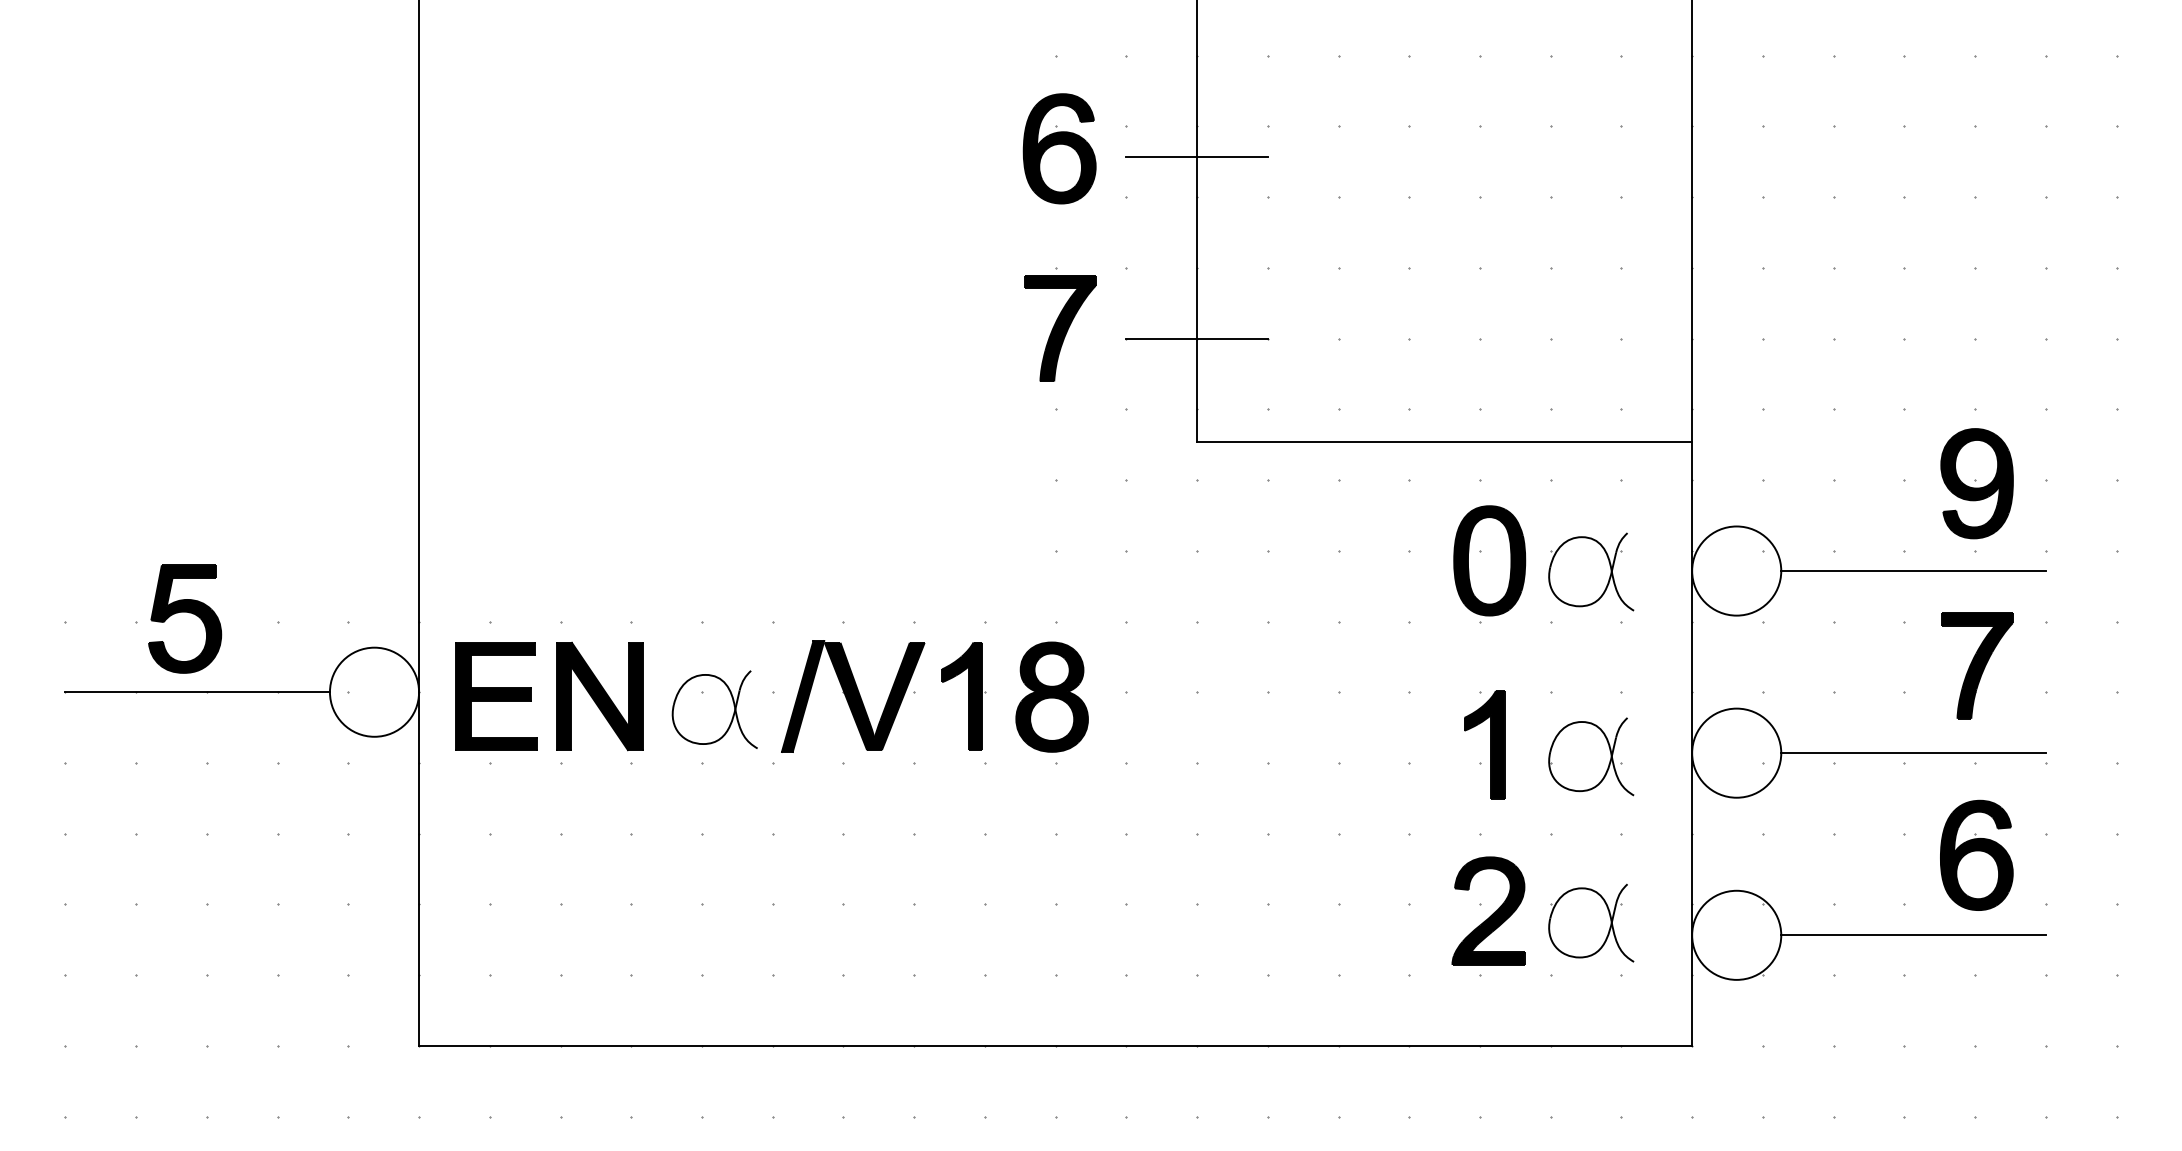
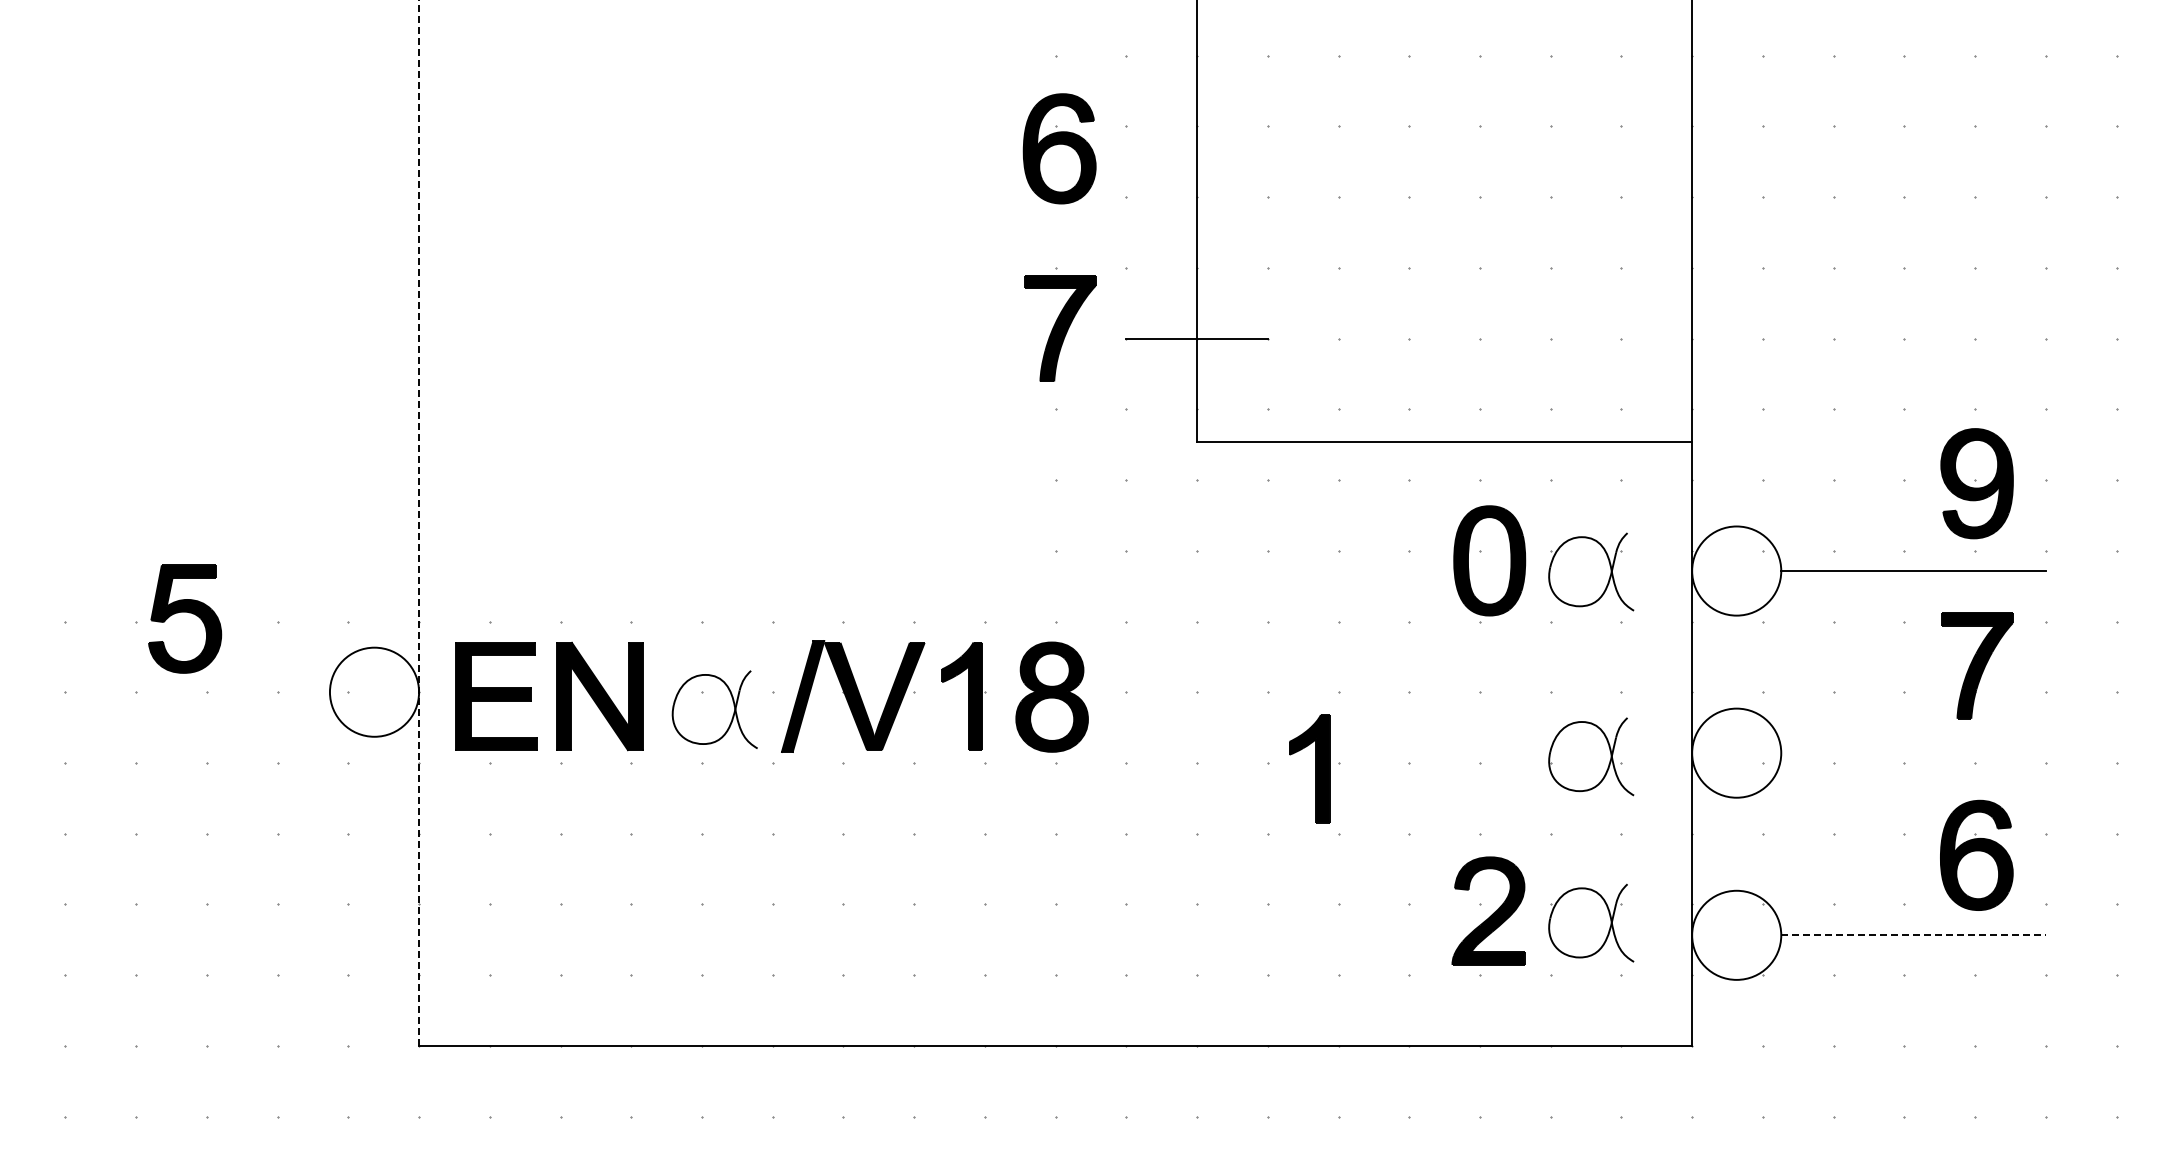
line at (1196, 156): present -> none
line at (419, 522): solid -> dashed
line at (197, 692): present -> none
part at (1484, 744) position: (1484, 744) -> (1309, 768)
line at (1913, 753): present -> none
line at (1914, 935): solid -> dashed
